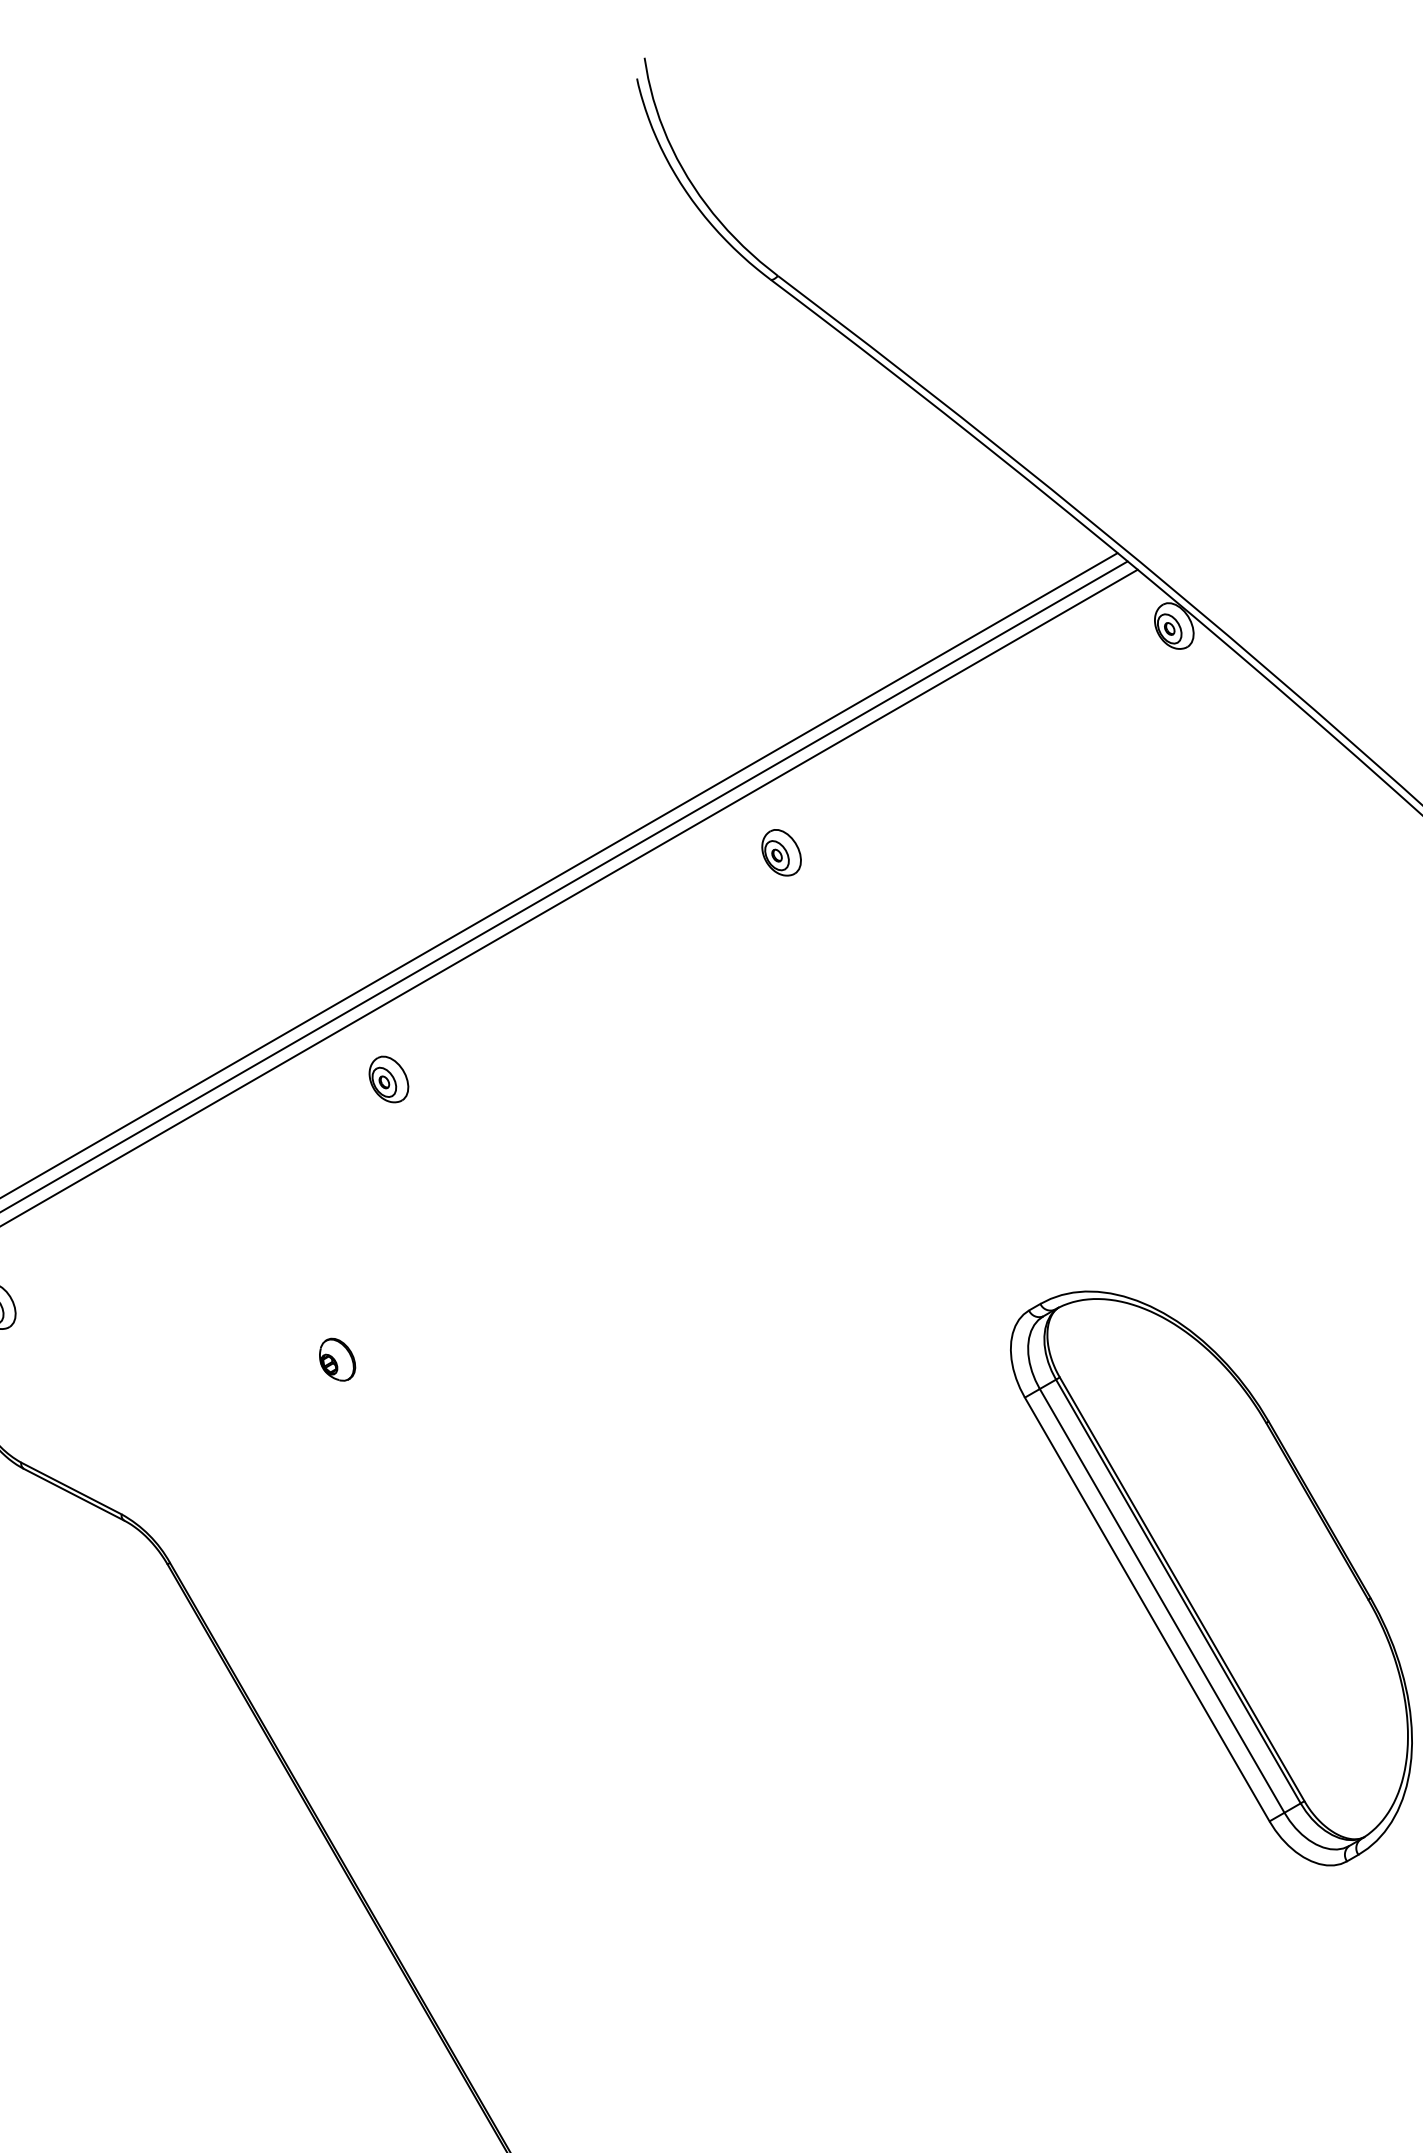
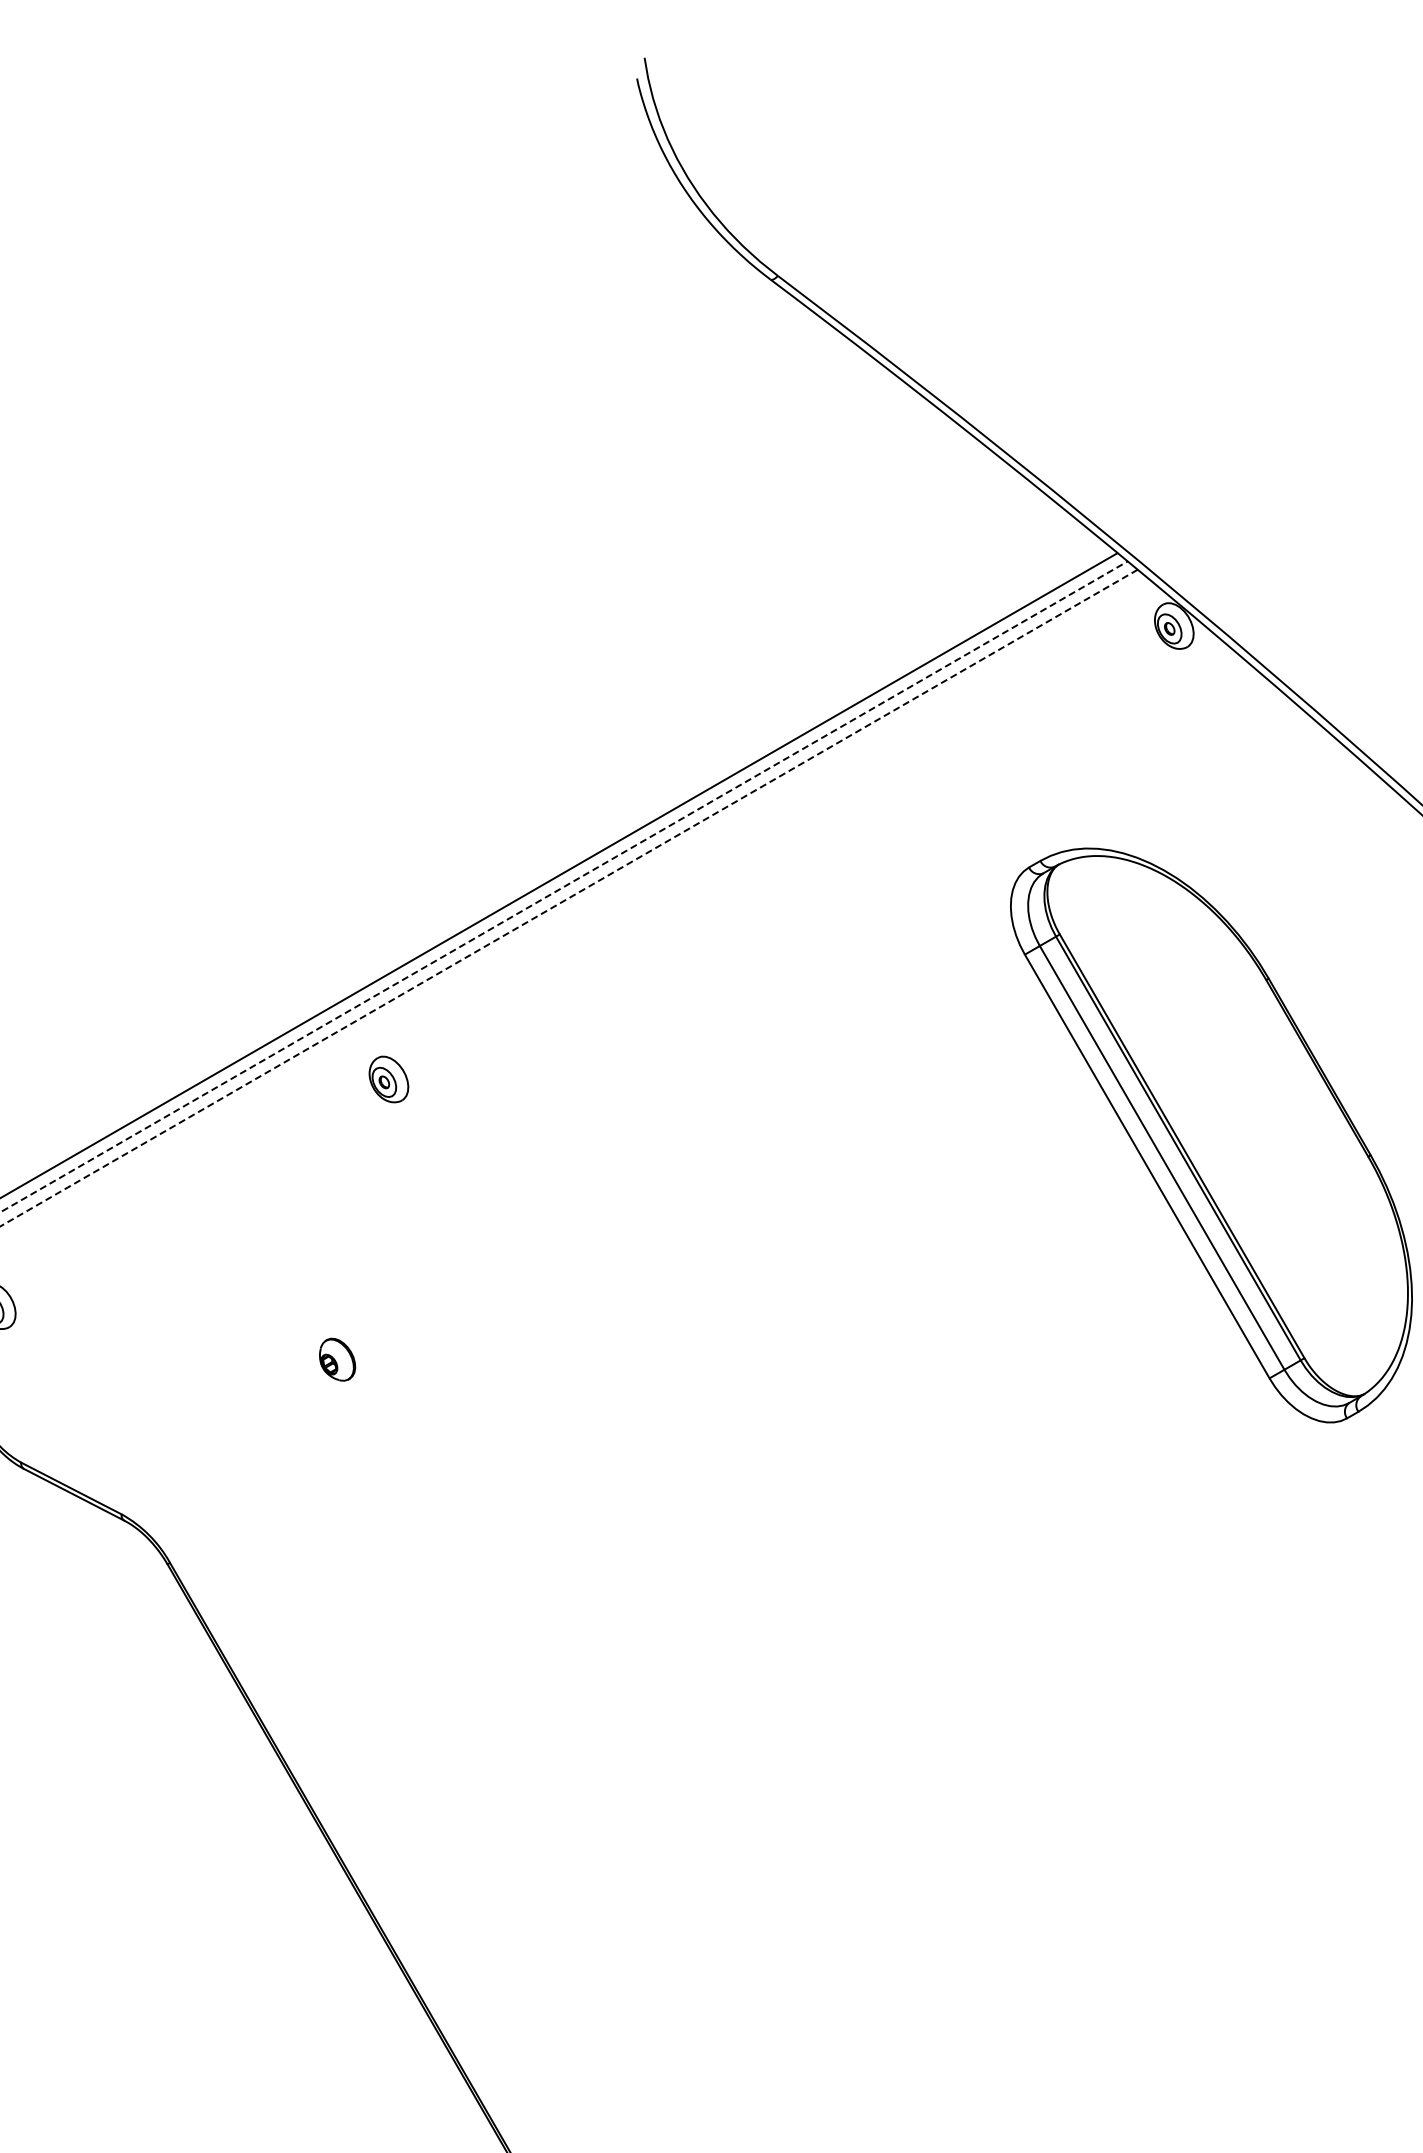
part at (781, 852): present -> none
line at (563, 886): solid -> dashed
line at (568, 898): solid -> dashed
part at (1211, 1578) position: (1211, 1578) -> (1211, 1135)
